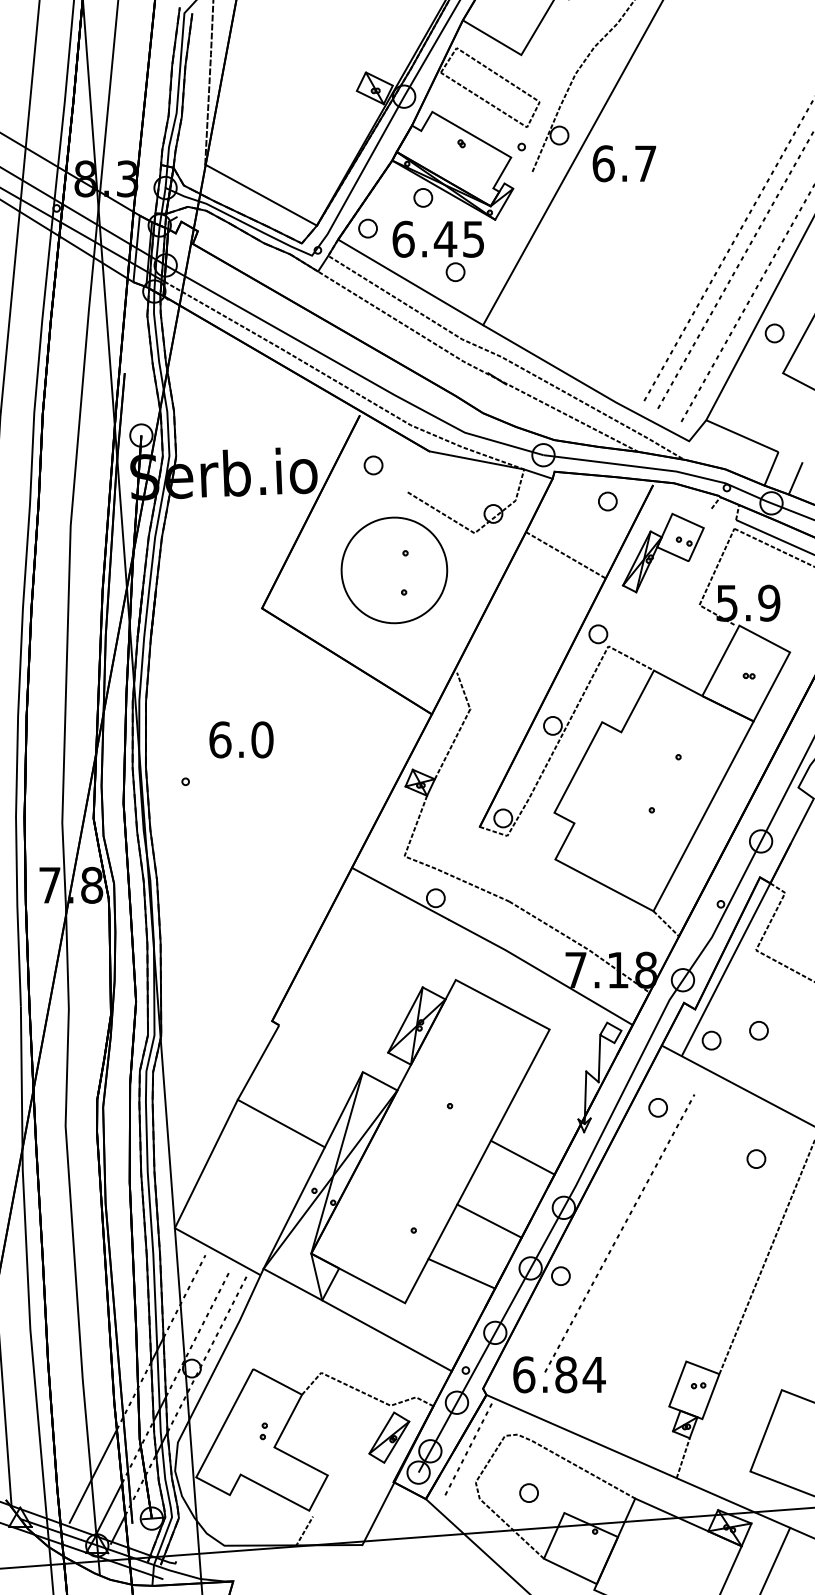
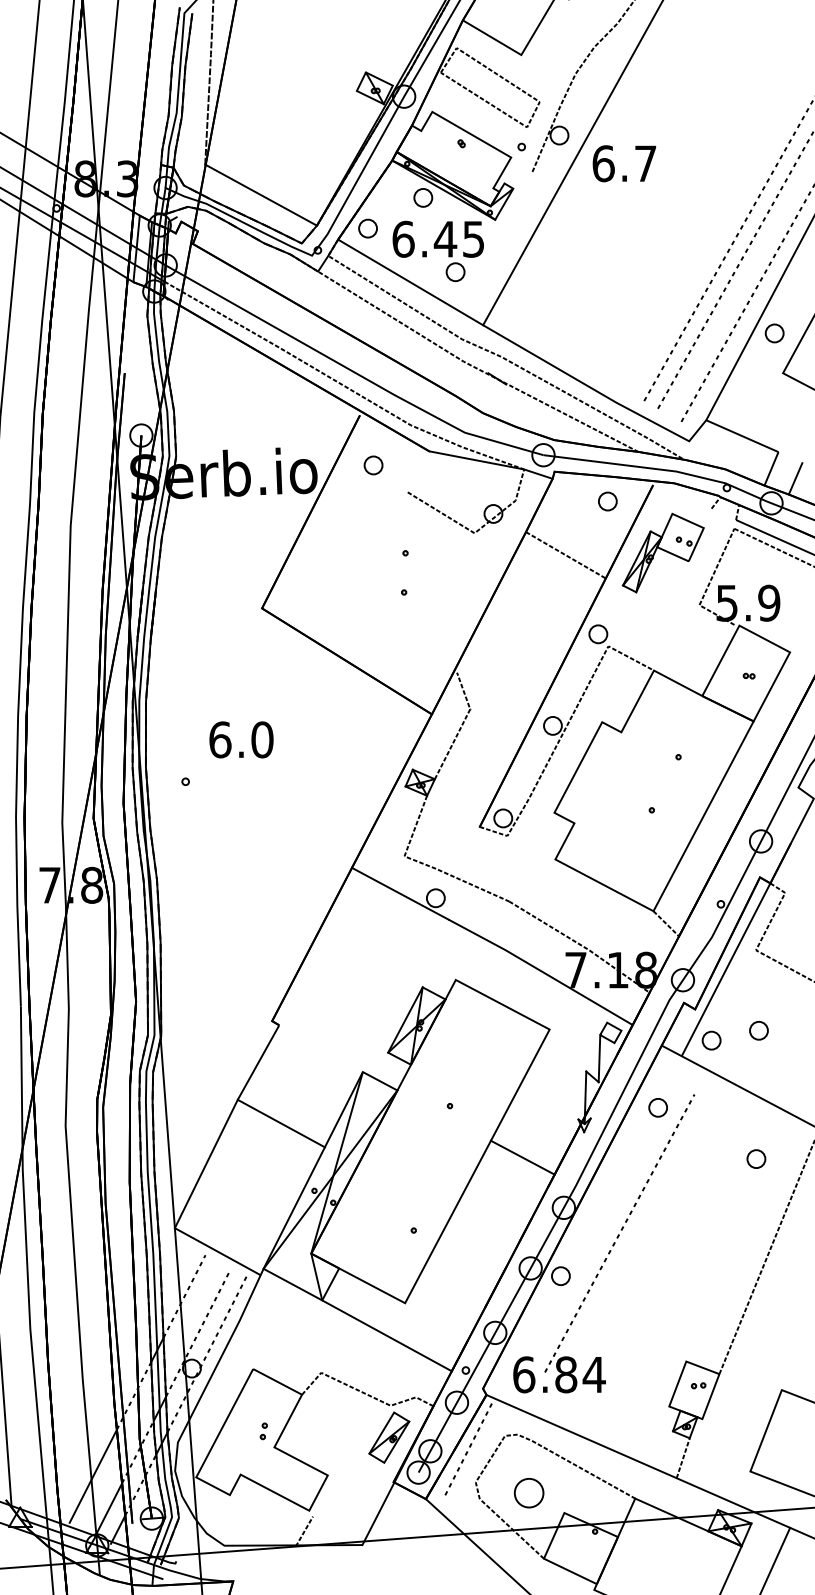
part at (394, 570): present -> none
line at (489, 1220): present -> none
line at (461, 1273): present -> none
part at (528, 1492) size: 20x20 px -> 32x31 px
